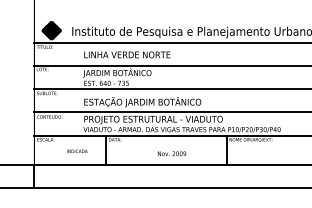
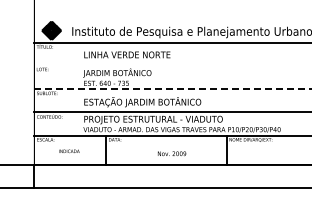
line at (171, 66): present -> none
line at (173, 89): solid -> dashed
text at (77, 151) position: (77, 151) -> (69, 151)
